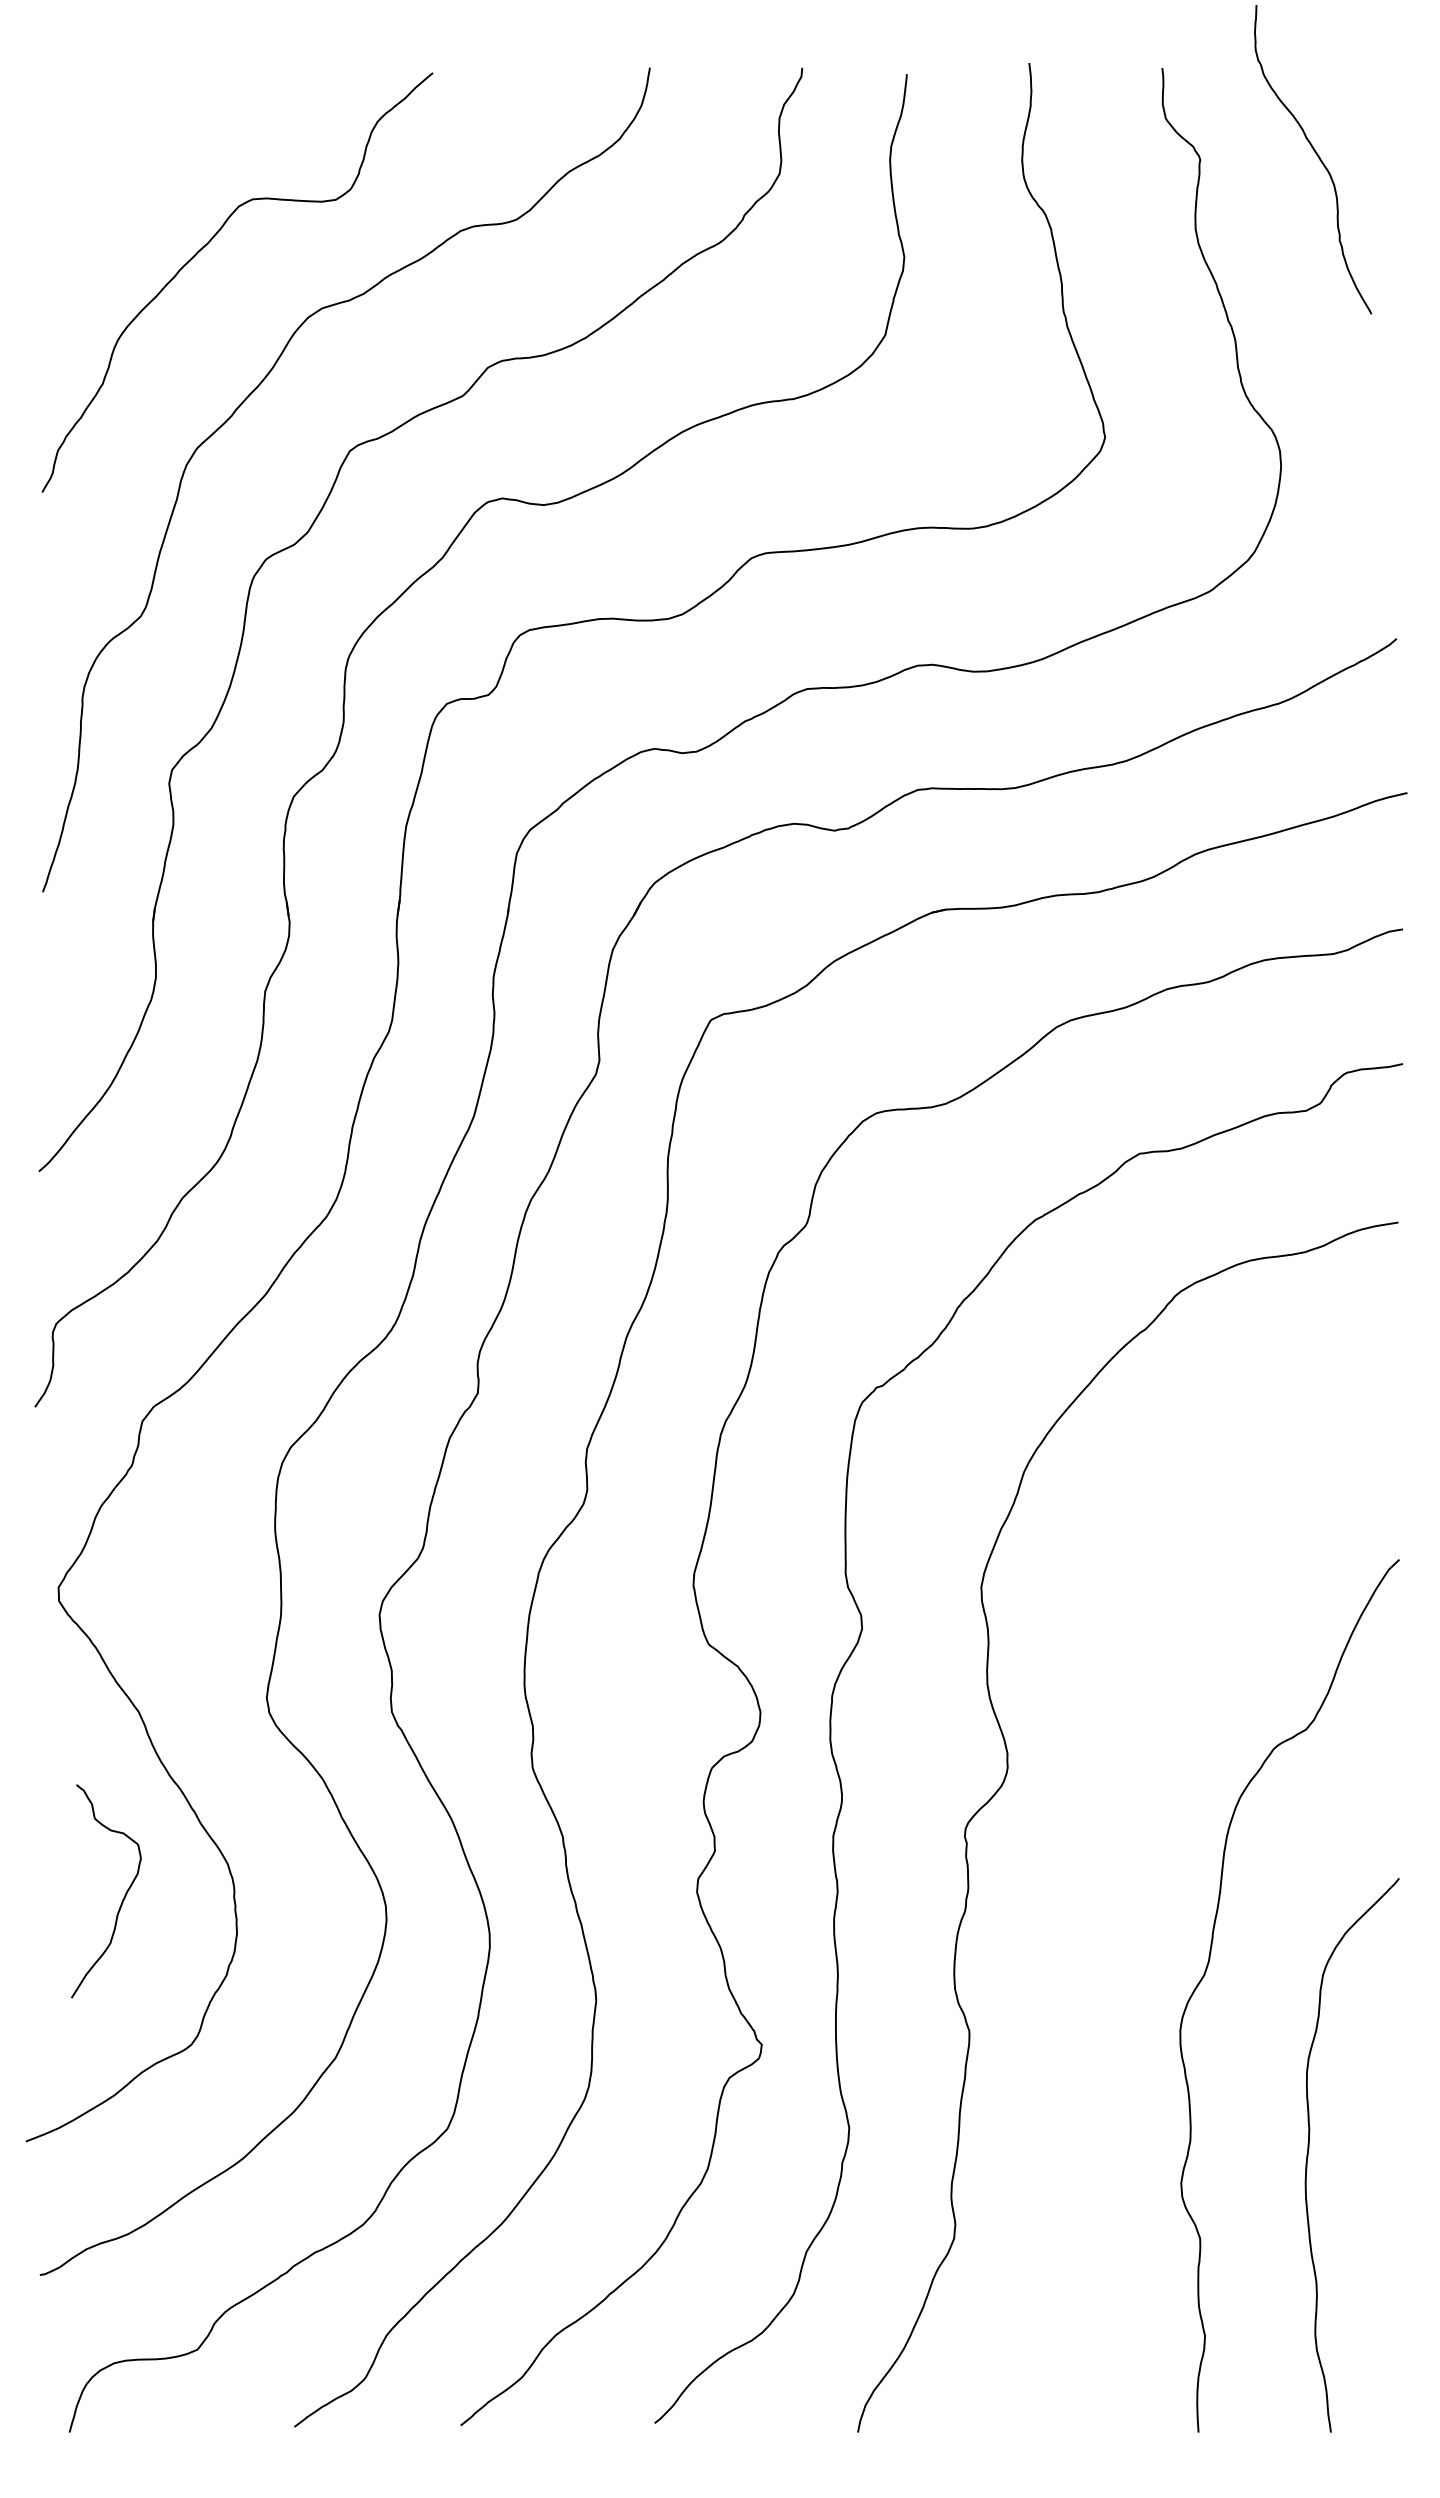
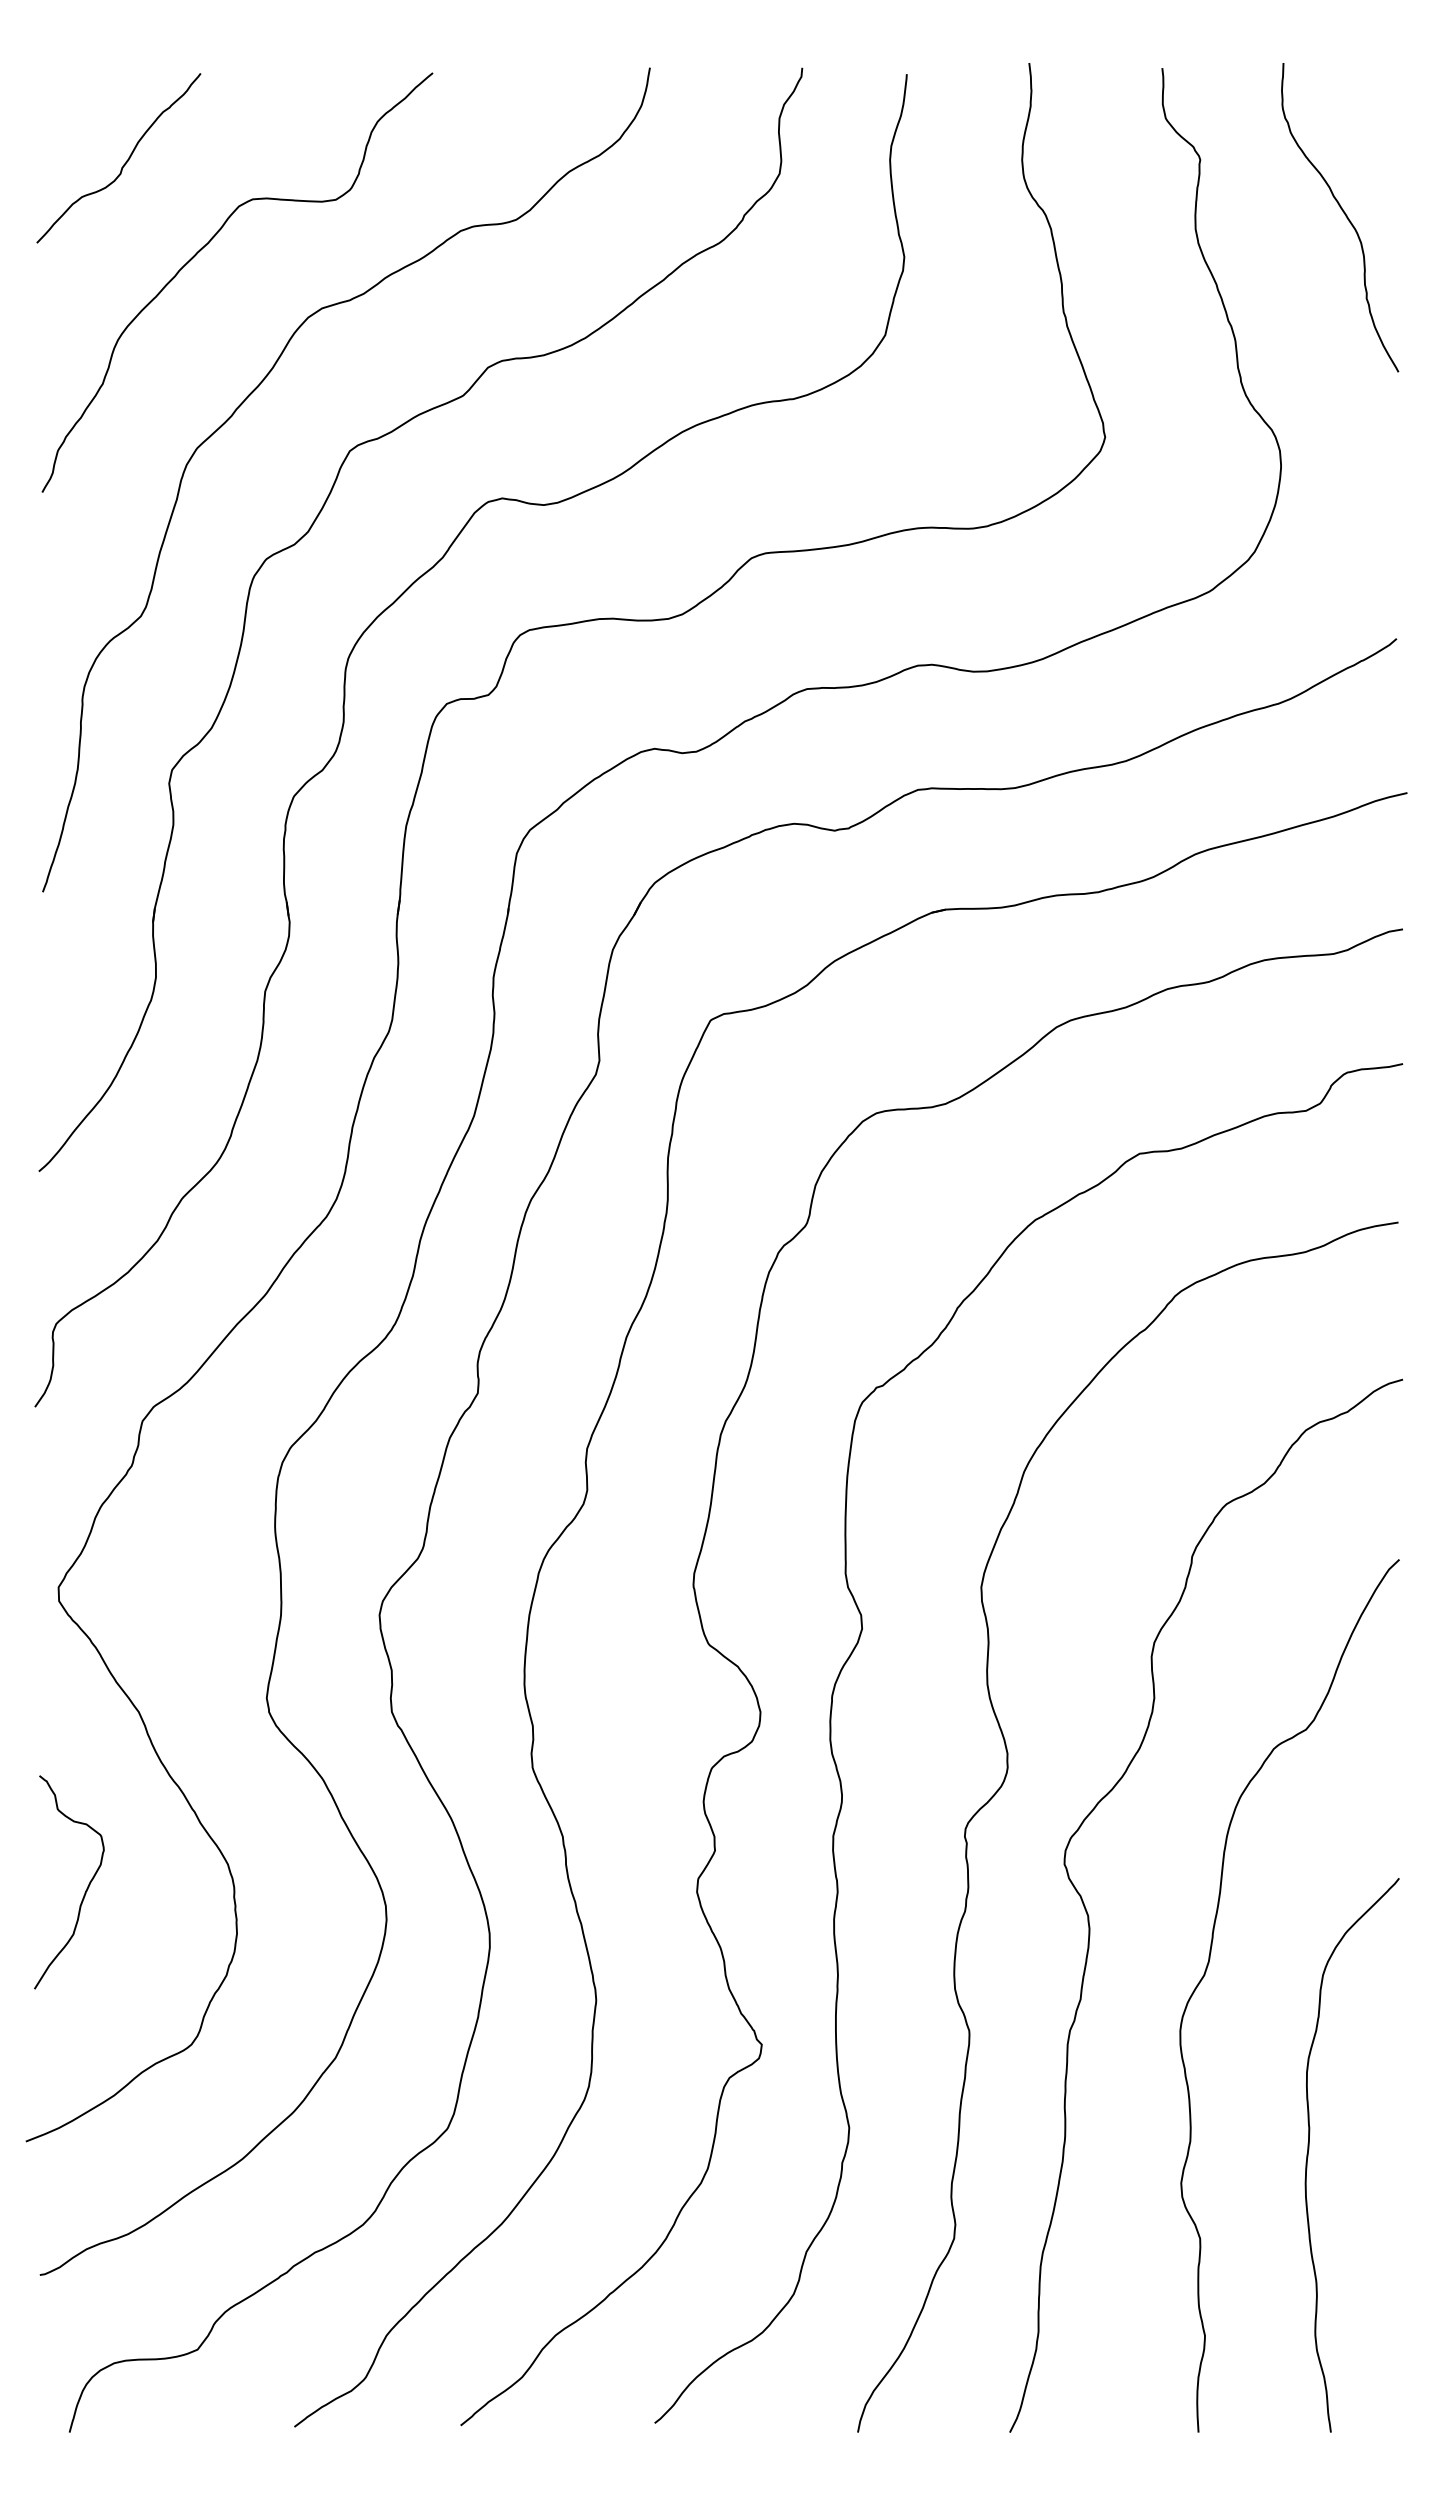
curve at (1316, 155) position: (1316, 155) -> (1343, 213)
curve at (125, 161): none -> present
curve at (122, 1899) position: (122, 1899) -> (85, 1890)
curve at (1089, 1916): none -> present
